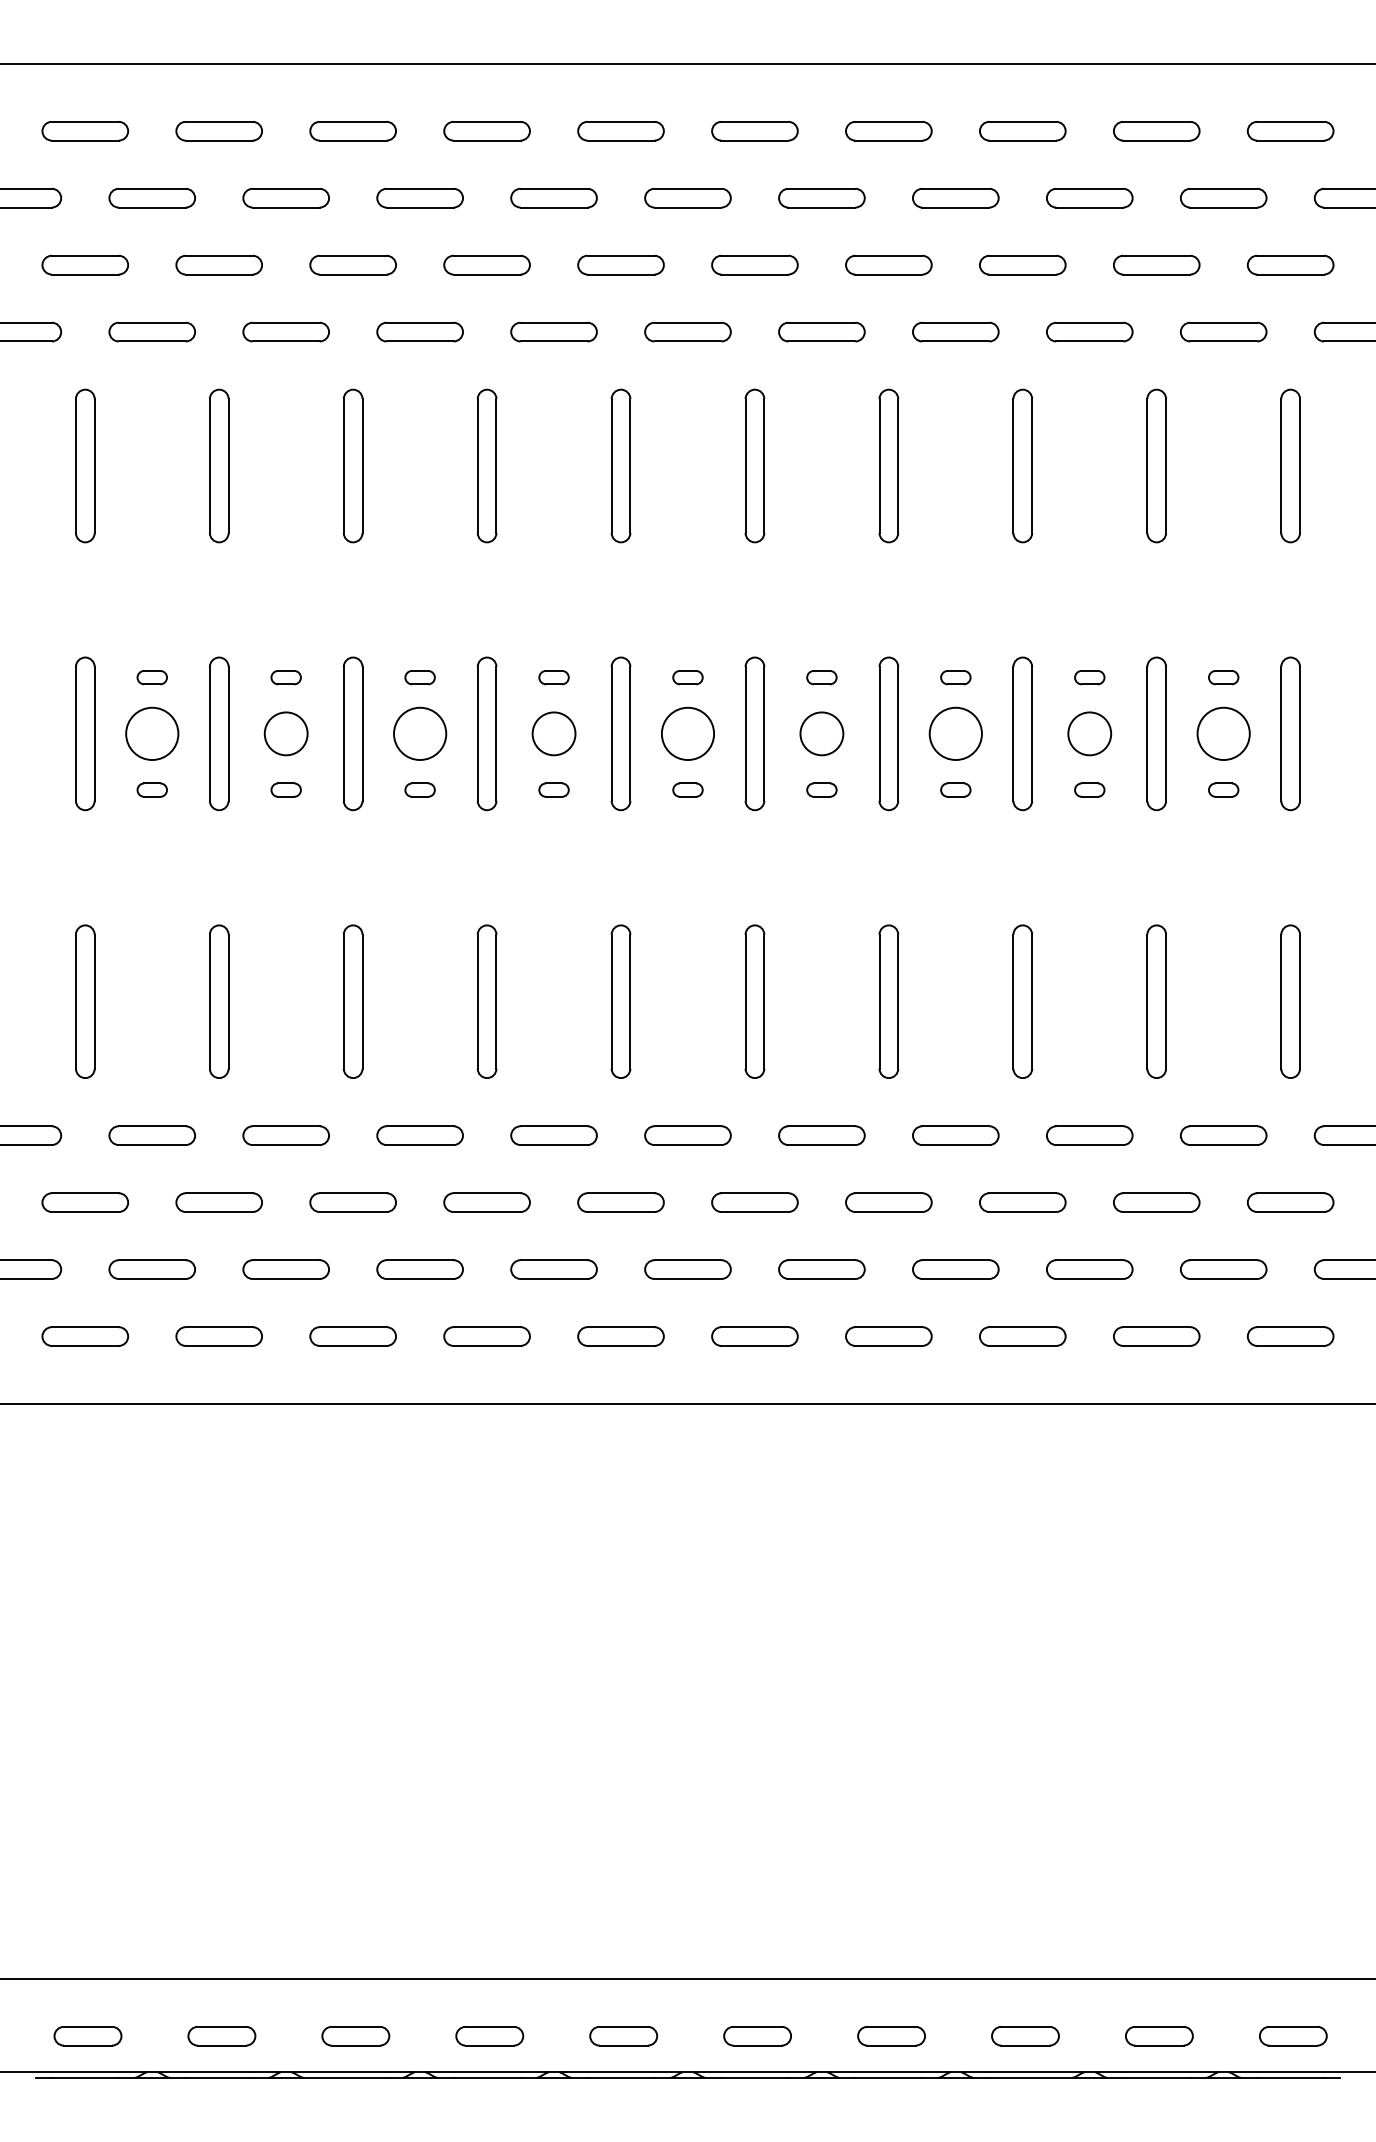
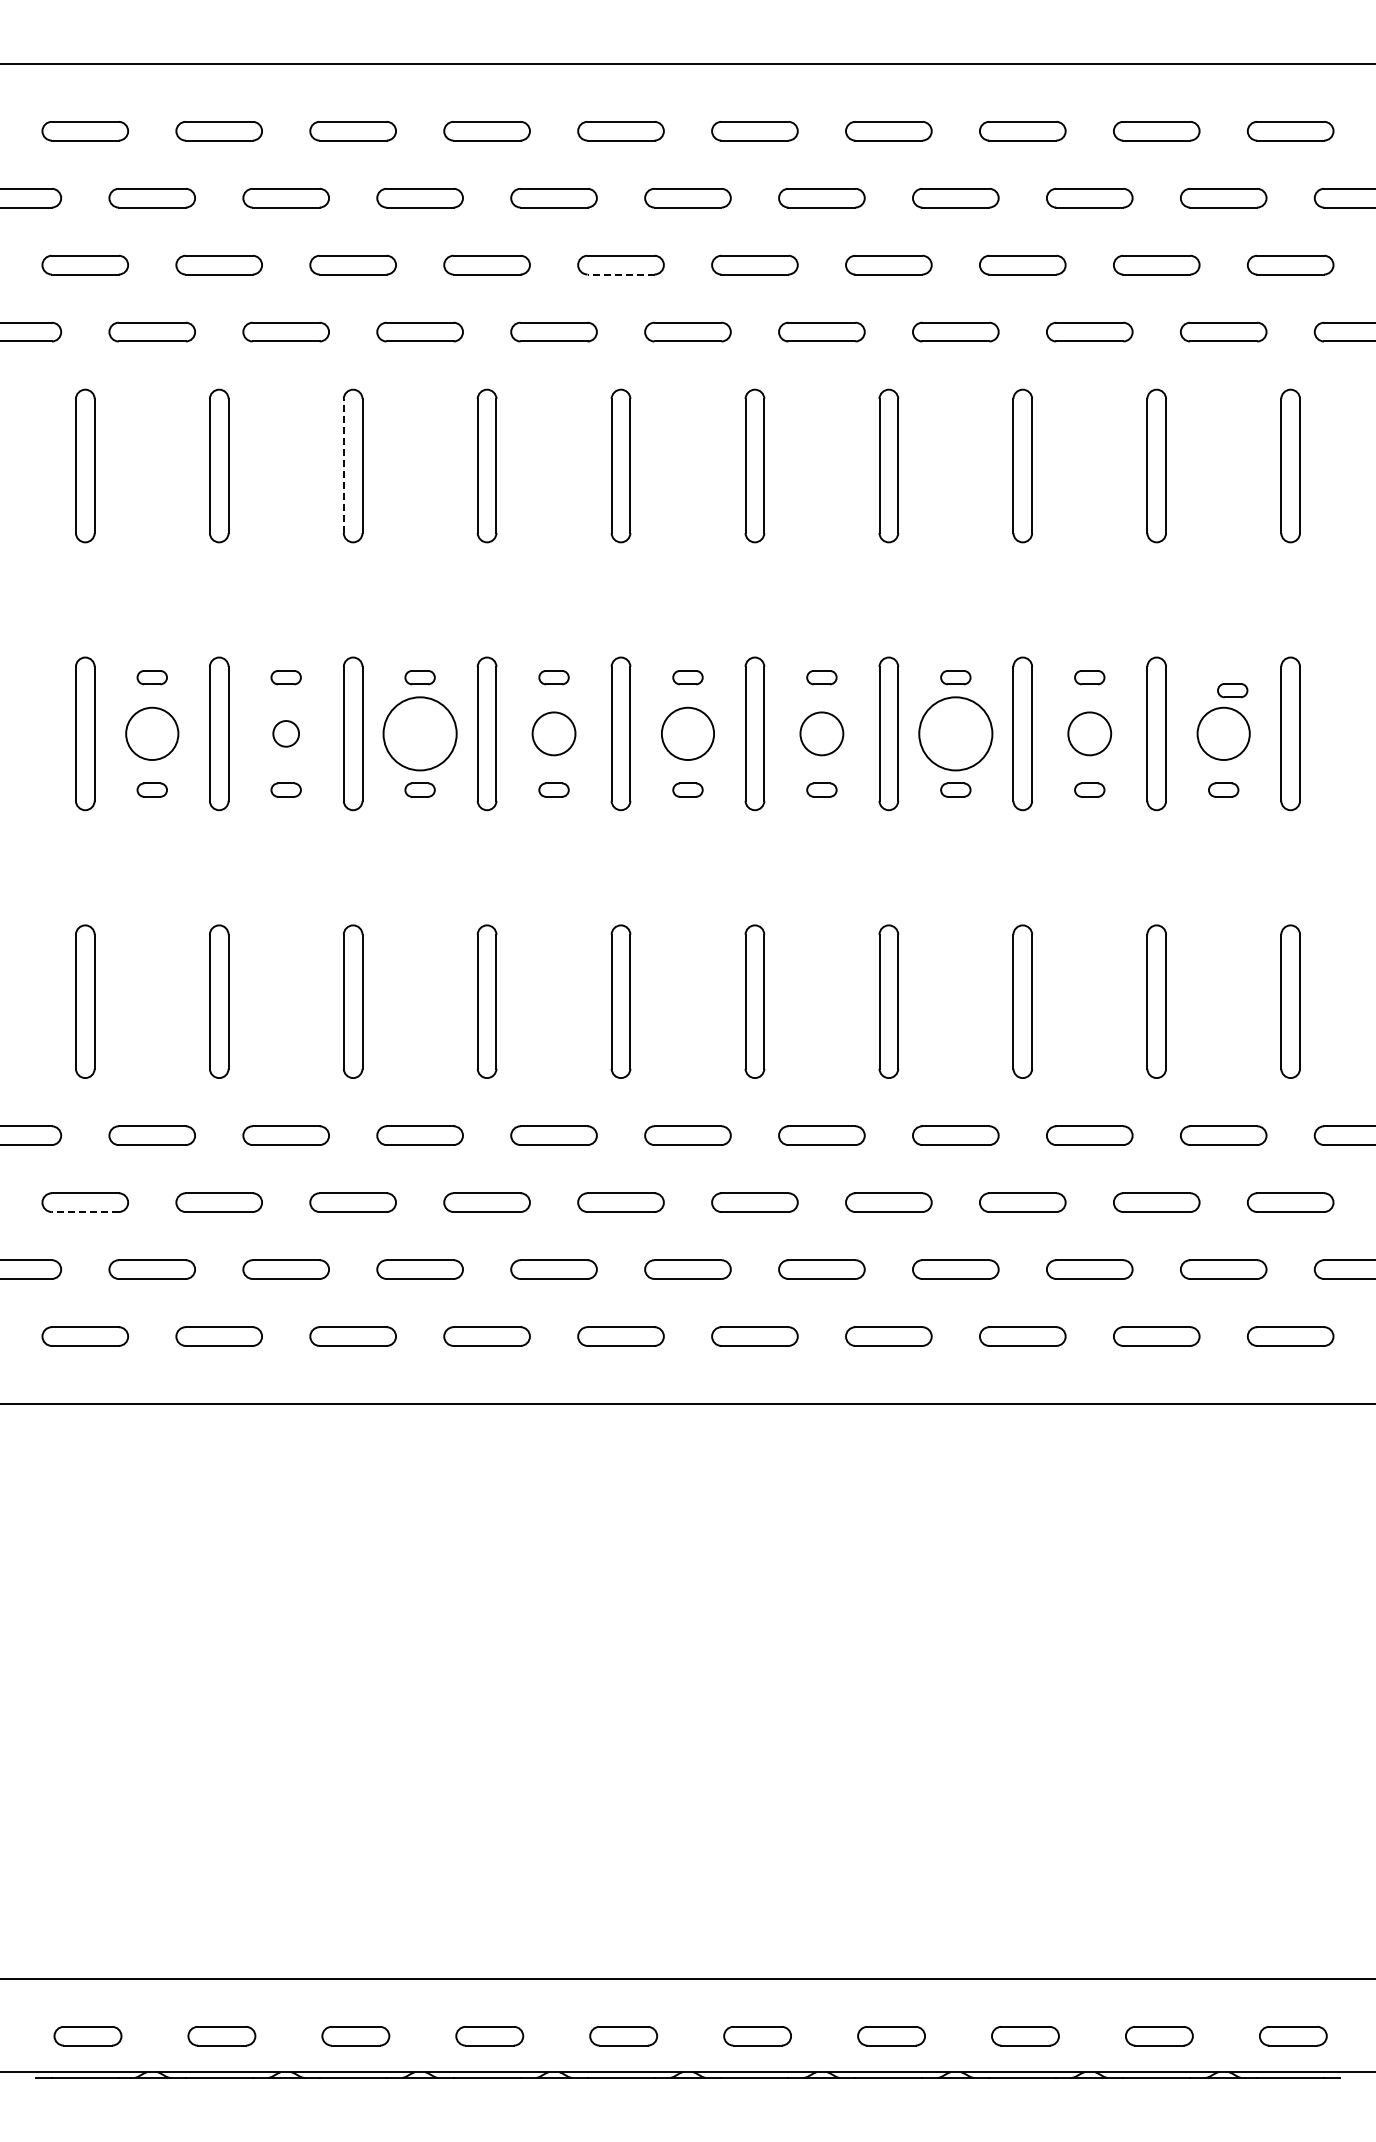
line at (620, 274): solid -> dashed
line at (343, 466): solid -> dashed
part at (1223, 677) position: (1223, 677) -> (1232, 690)
circle at (285, 733) diameter: 43 px -> 26 px
circle at (420, 733) diameter: 52 px -> 73 px
circle at (955, 733) diameter: 52 px -> 73 px
line at (84, 1212): solid -> dashed
